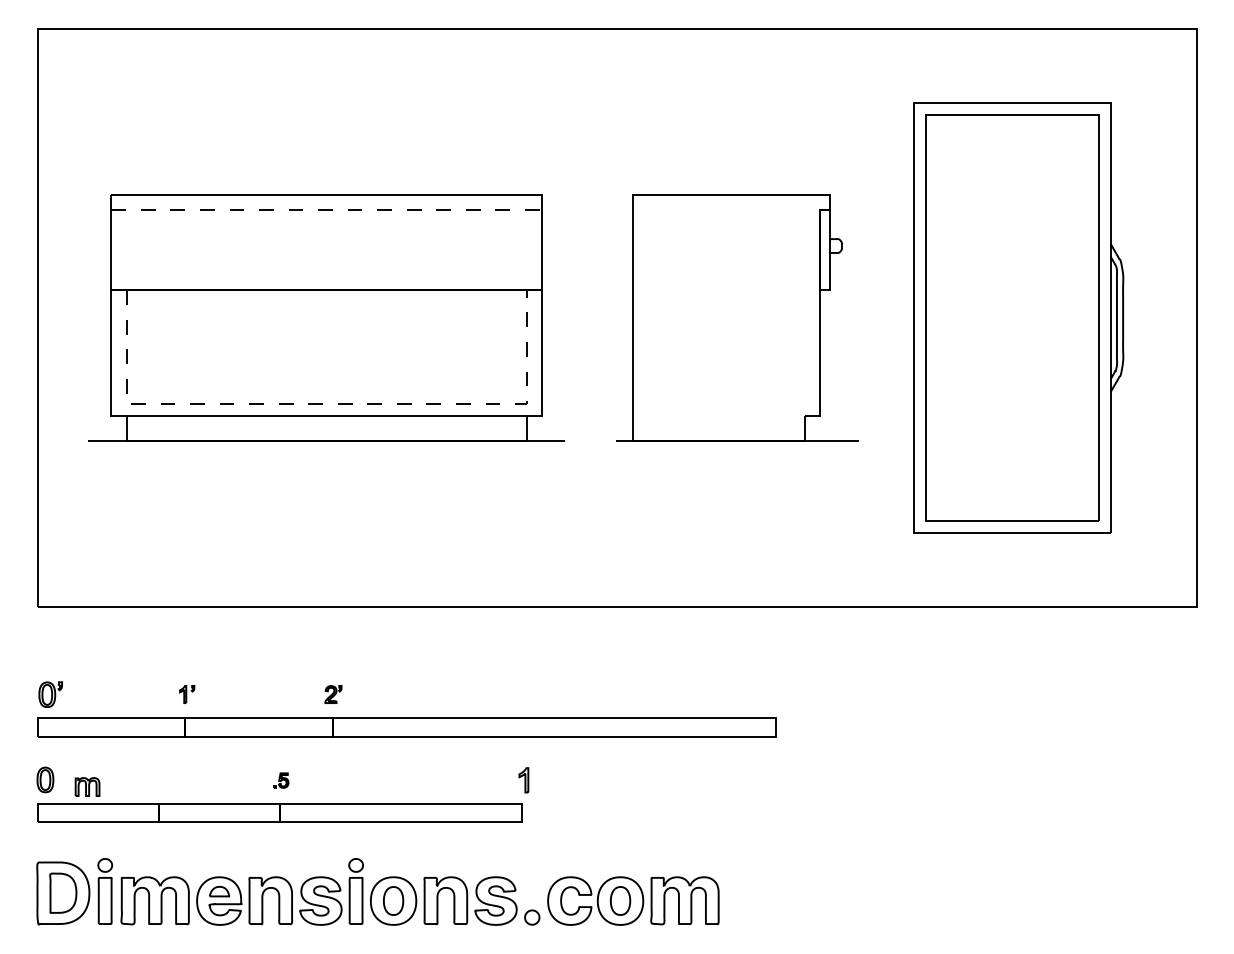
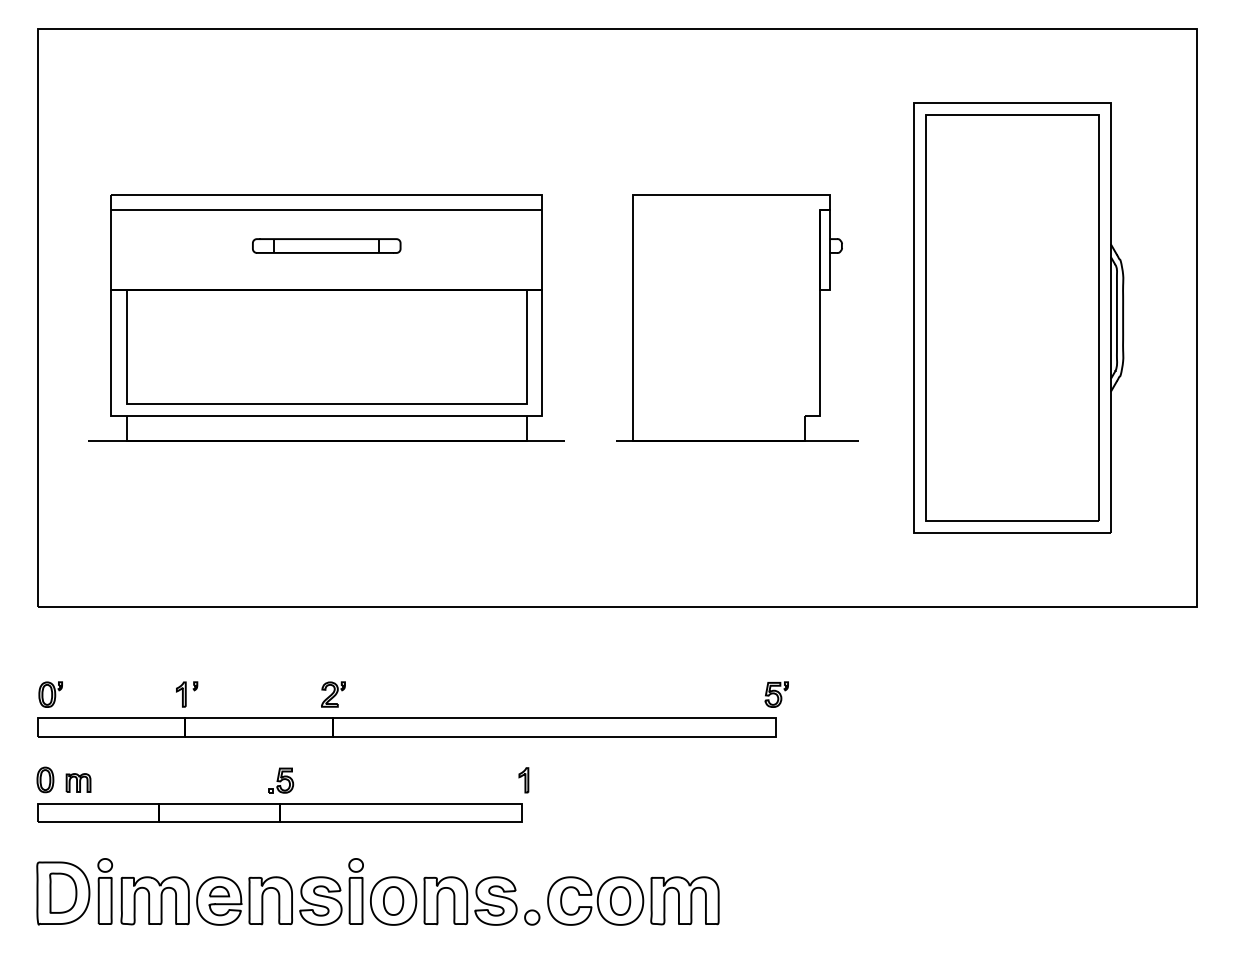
line at (327, 210): dashed -> solid
part at (326, 245): none -> present
line at (327, 404): dashed -> solid
part at (187, 694) size: 17x19 px -> 23x27 px
part at (333, 694) size: 19x19 px -> 25x27 px
part at (776, 694): none -> present
part at (281, 780) size: 17x17 px -> 27x27 px
part at (87, 786) position: (87, 786) -> (78, 782)
